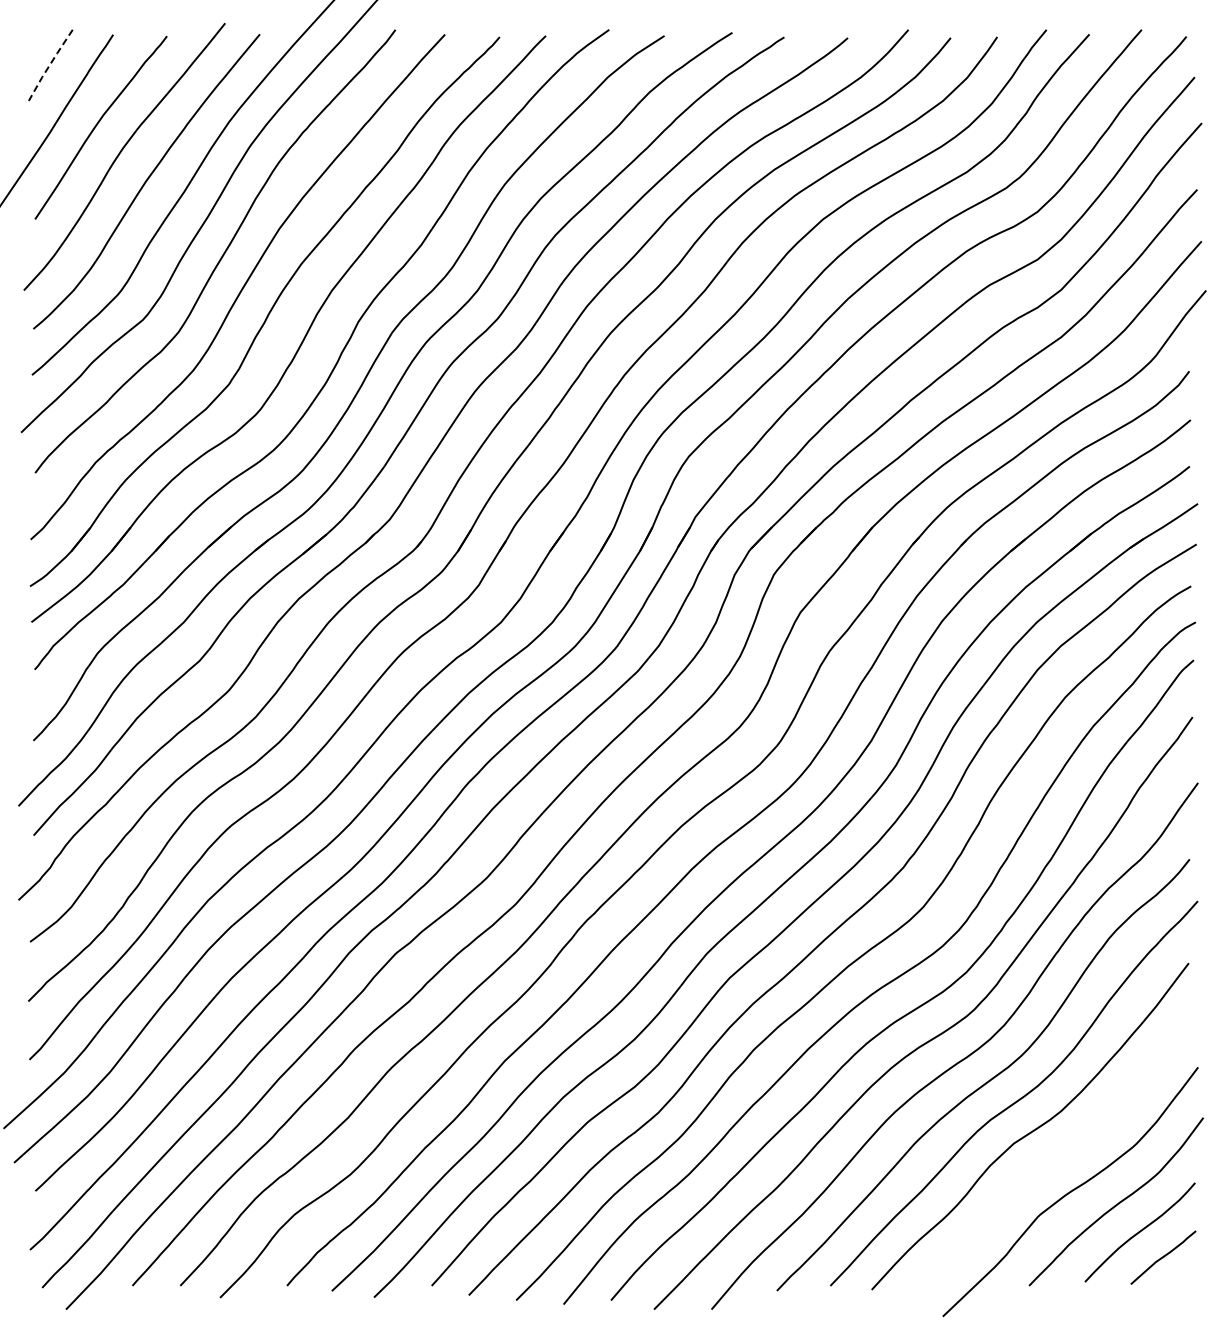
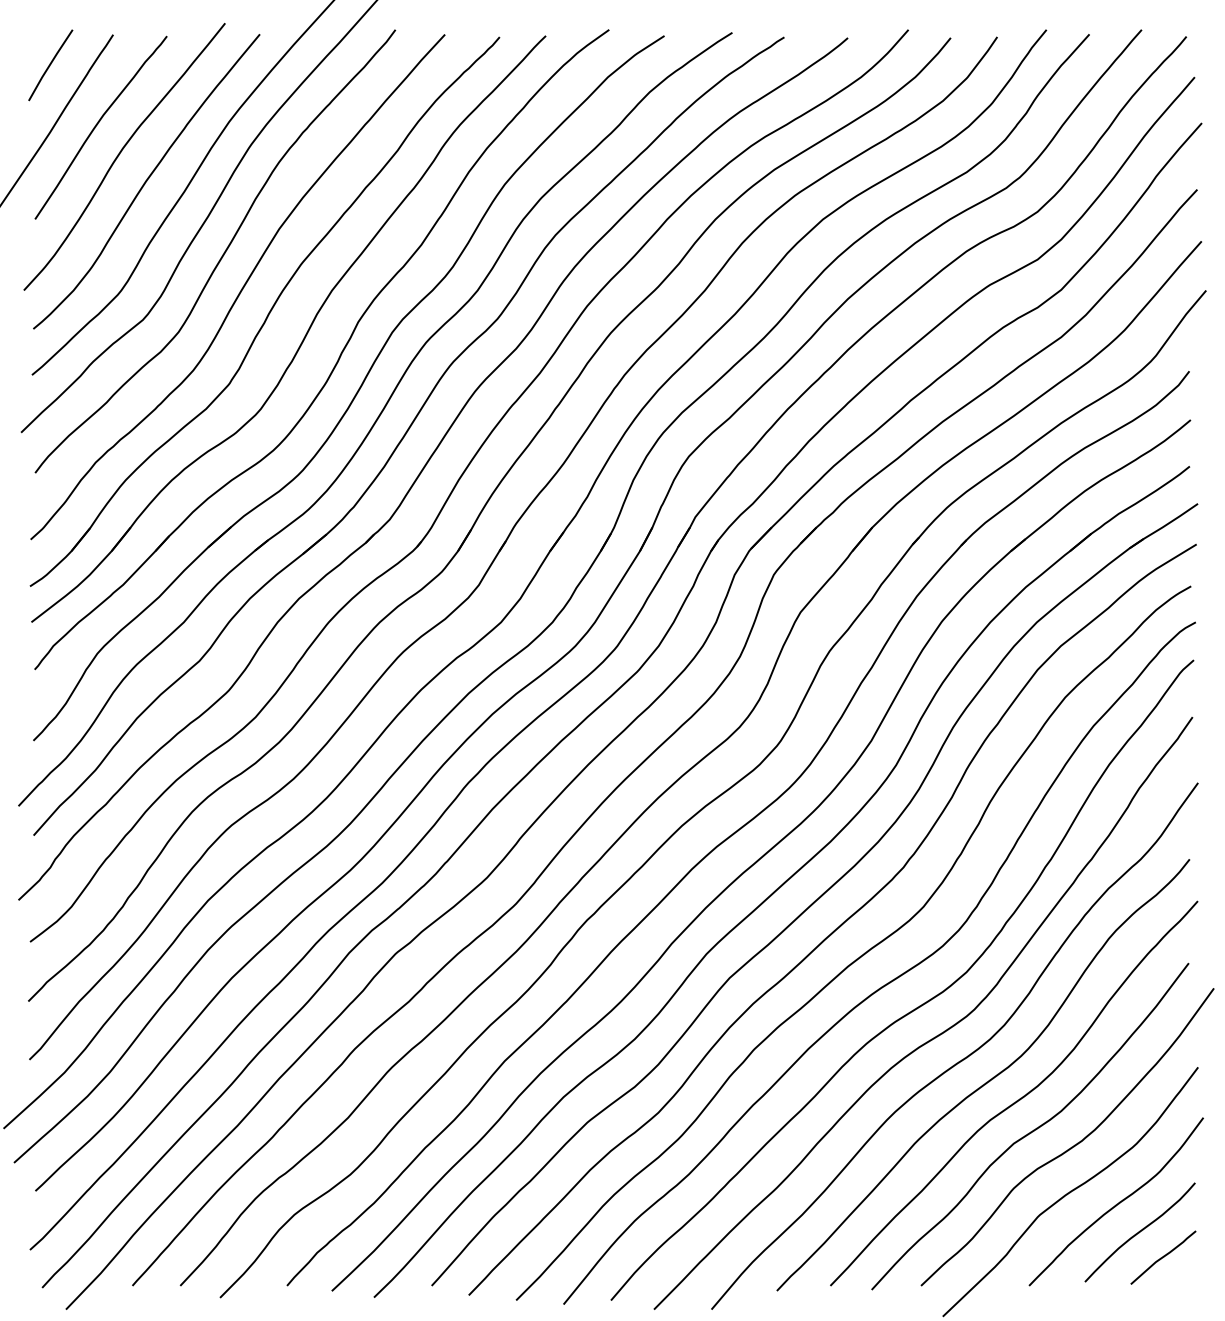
line at (49, 65): dashed -> solid
curve at (1071, 1146): none -> present
